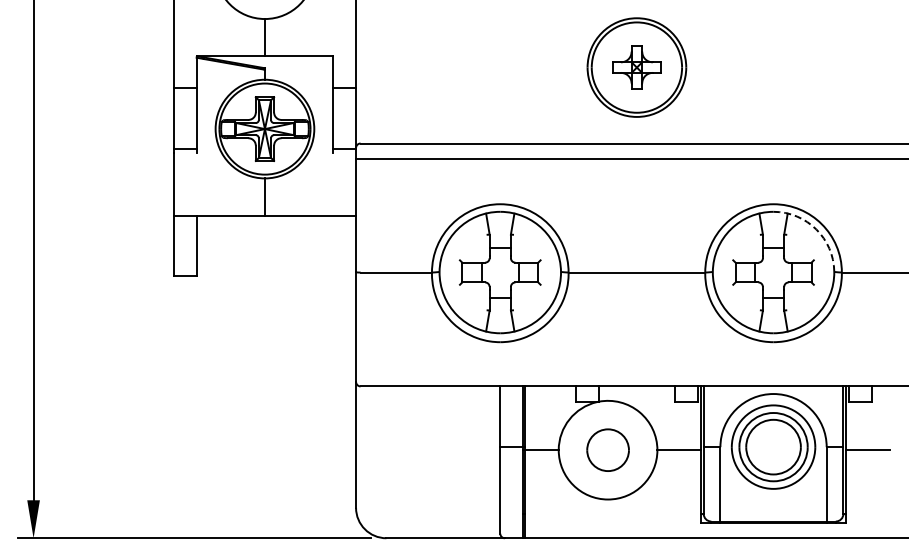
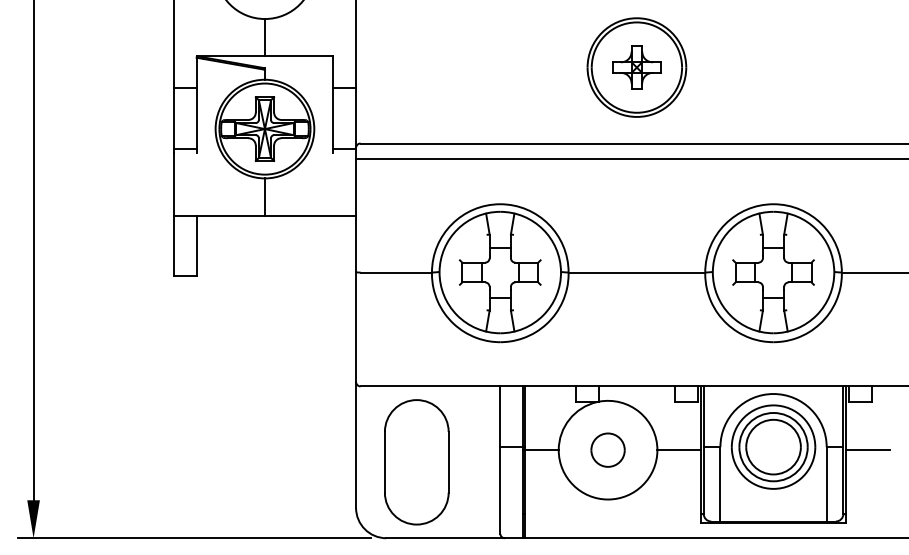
arc at (816, 229): dashed -> solid
part at (607, 449) size: 44x44 px -> 36x36 px
part at (416, 462): none -> present
